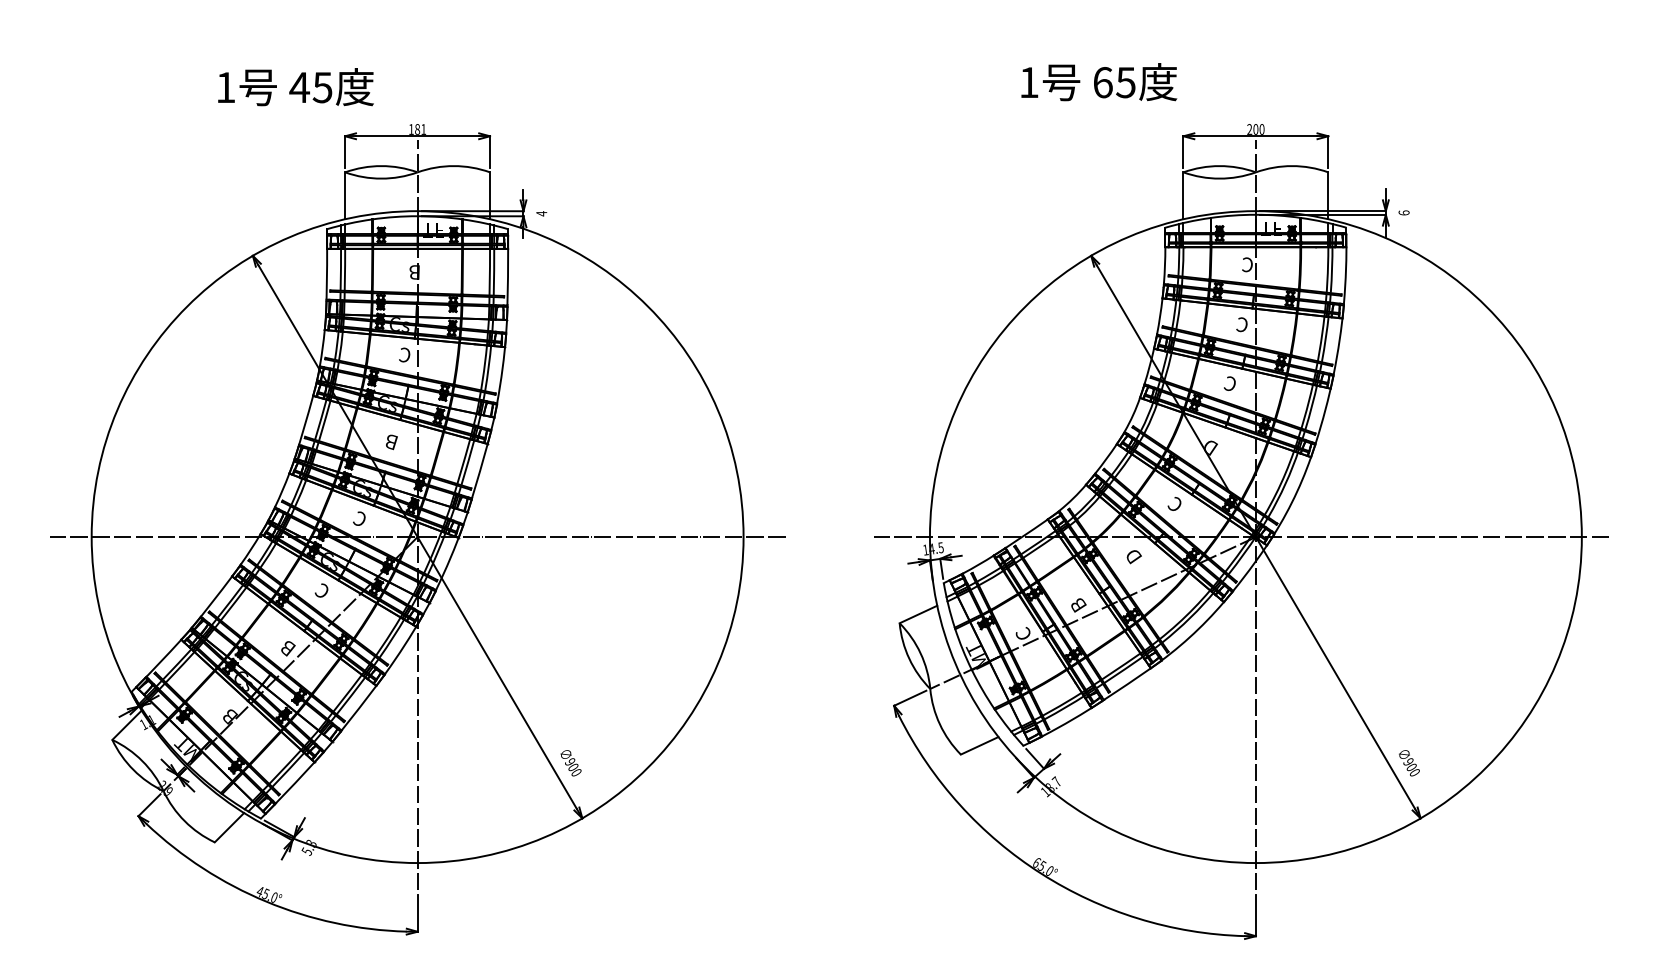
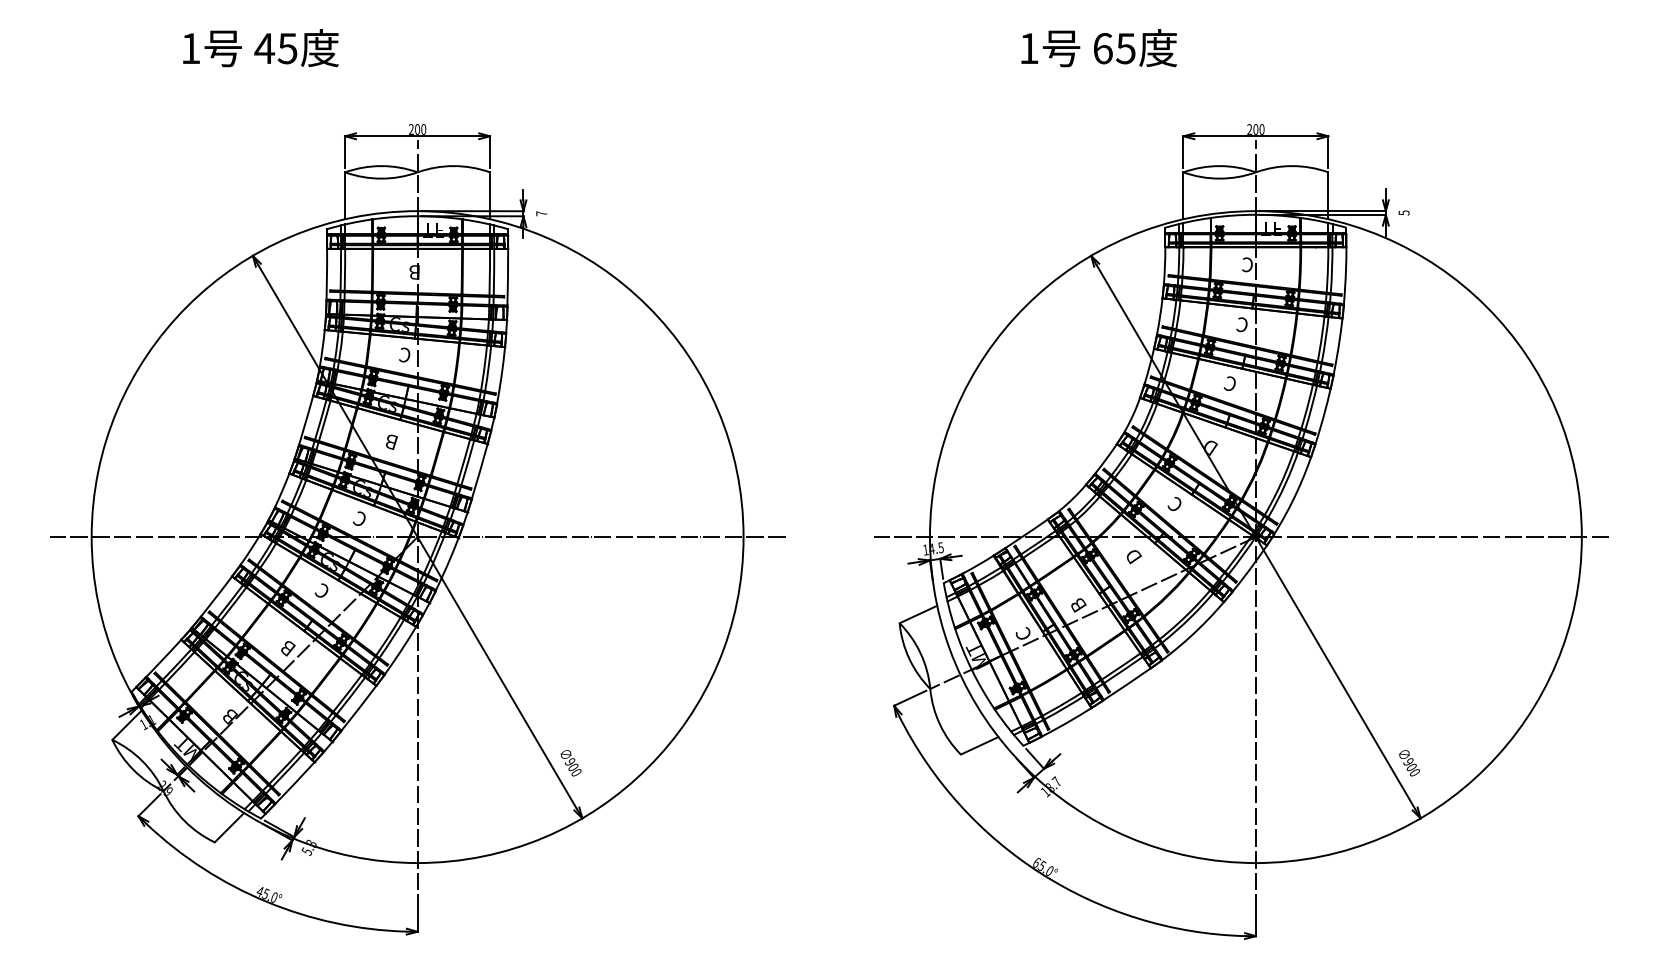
text at (1099, 82) position: (1099, 82) -> (1099, 48)
text at (295, 87) position: (295, 87) -> (260, 48)
text at (417, 129): 181 -> 200
text at (1403, 212): 6 -> 5
text at (541, 213): 4 -> 7
